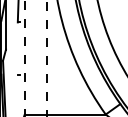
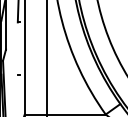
line at (24, 57): dashed -> solid
line at (47, 58): dashed -> solid
